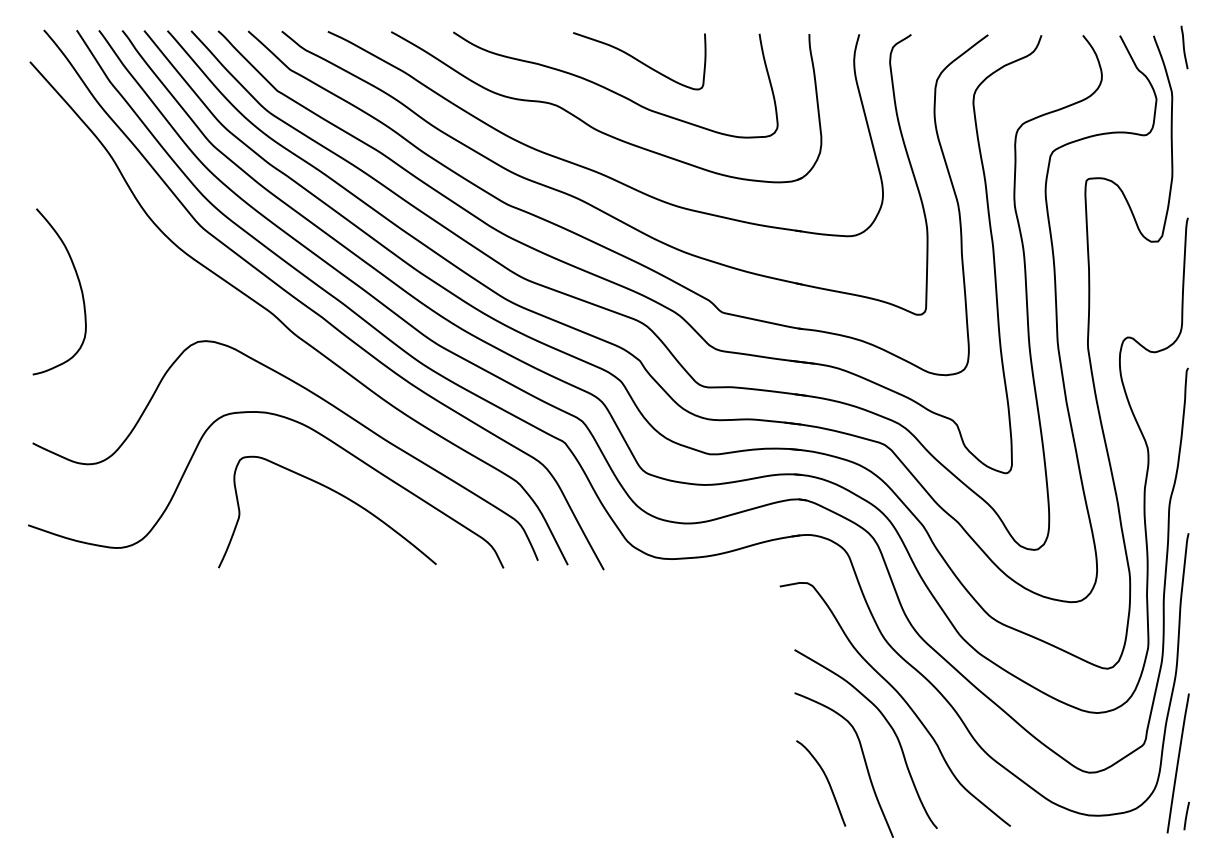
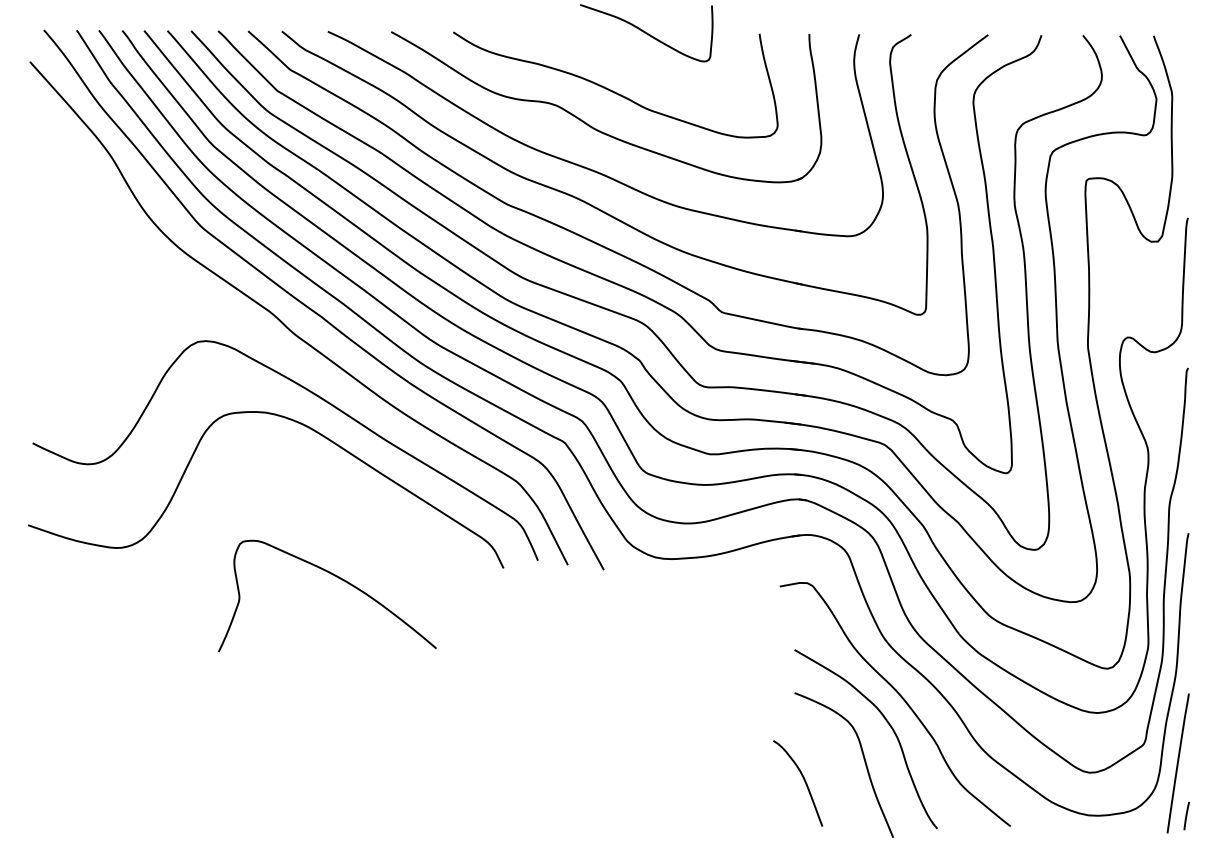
line at (1184, 47): present -> none
curve at (639, 61) position: (639, 61) -> (646, 33)
curve at (79, 286): present -> none
curve at (336, 493) position: (336, 493) -> (336, 577)
curve at (826, 780) position: (826, 780) -> (803, 780)
